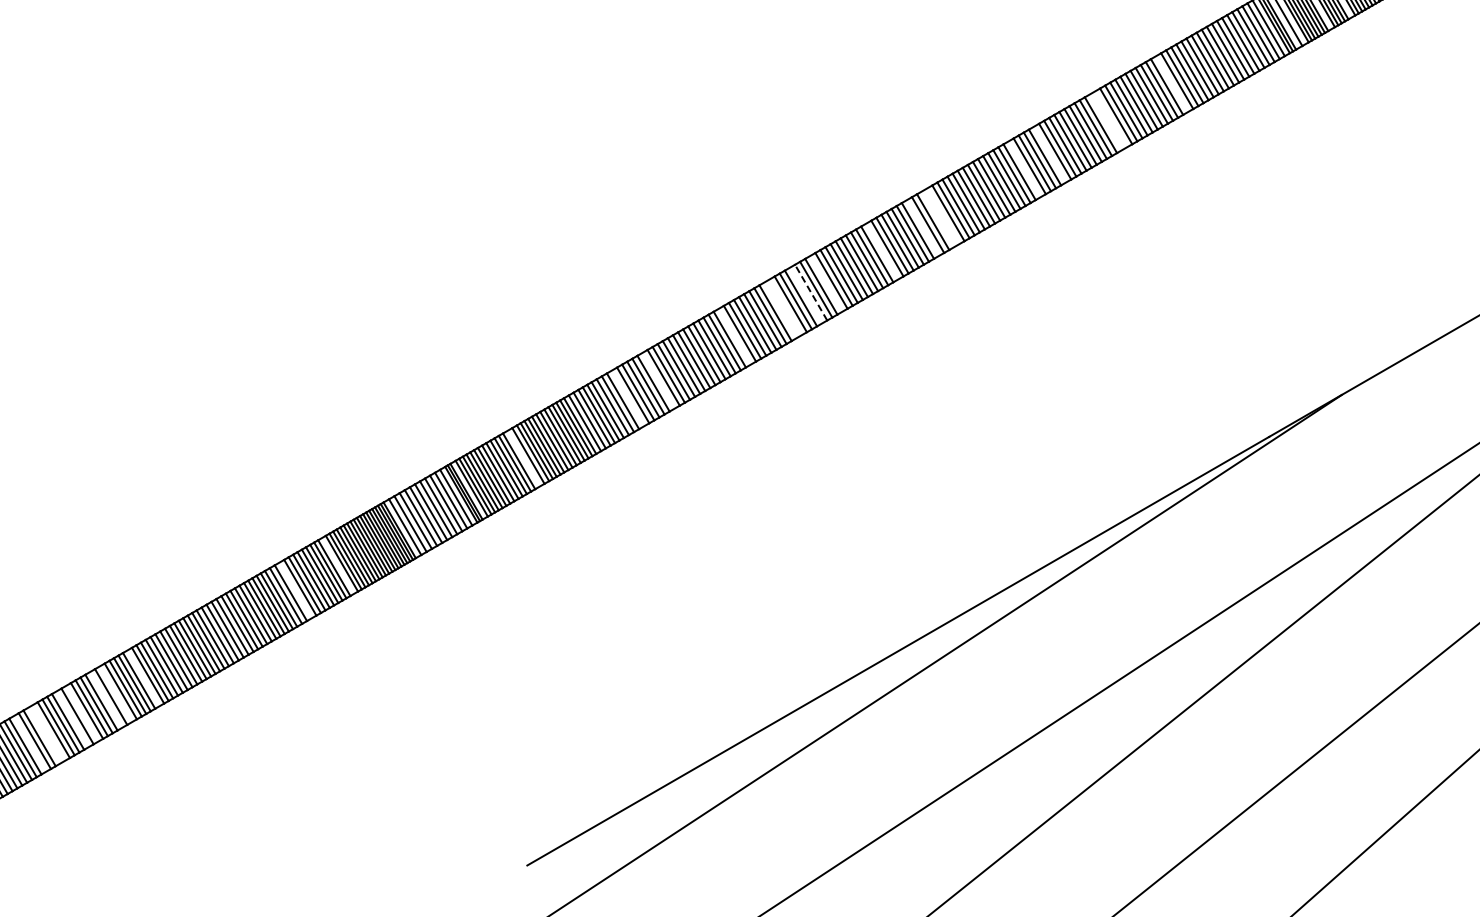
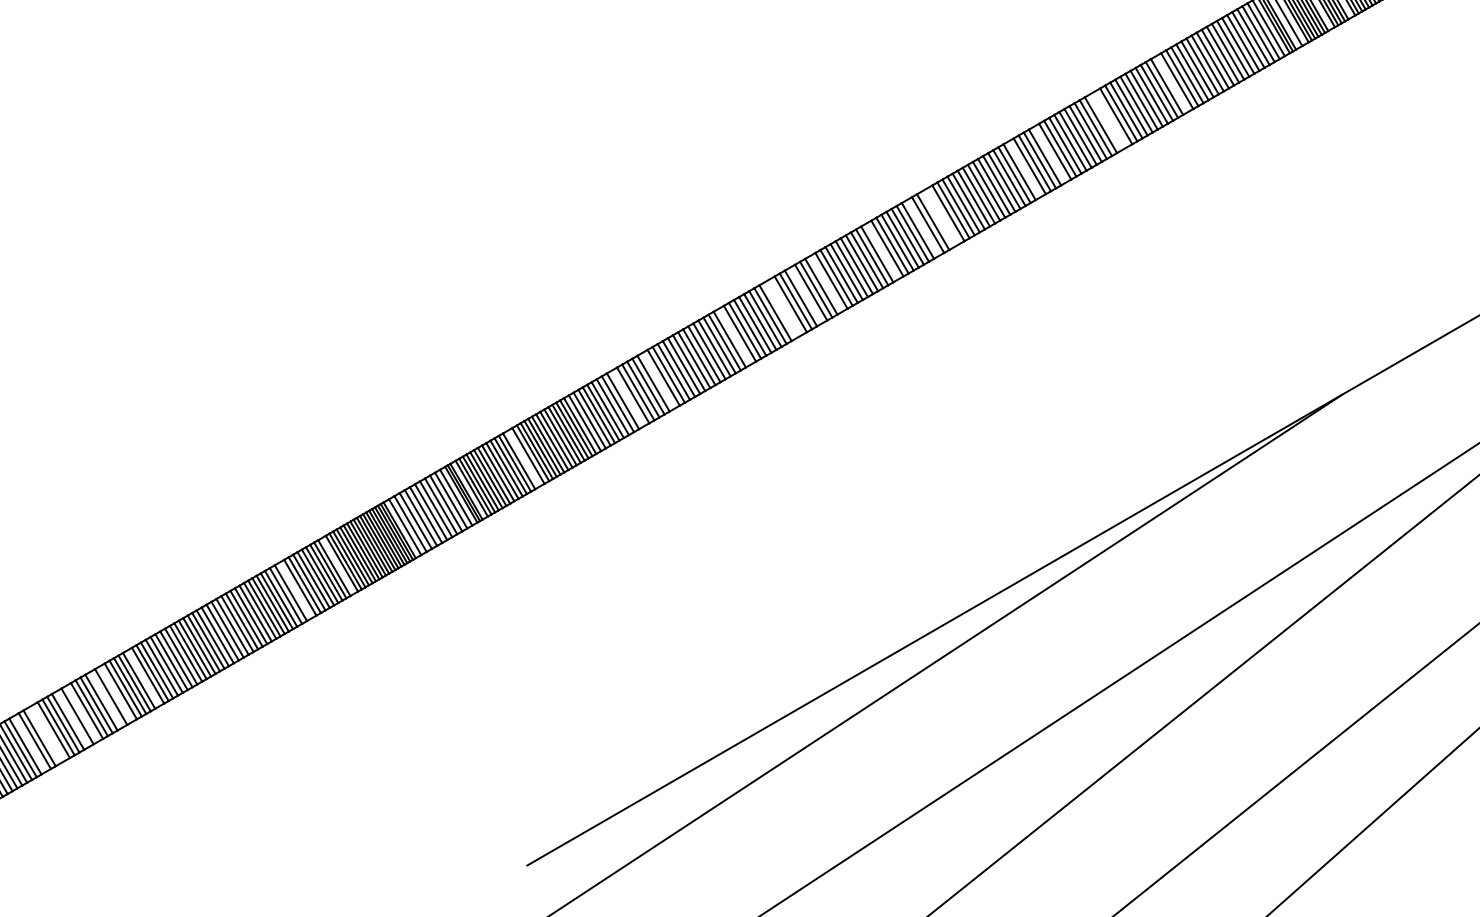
line at (810, 292): dashed -> solid
line at (1385, 832) position: (1385, 832) -> (1372, 821)
